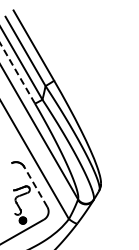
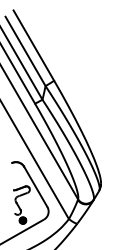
line at (17, 73): dashed -> solid
line at (35, 186): dashed -> solid
